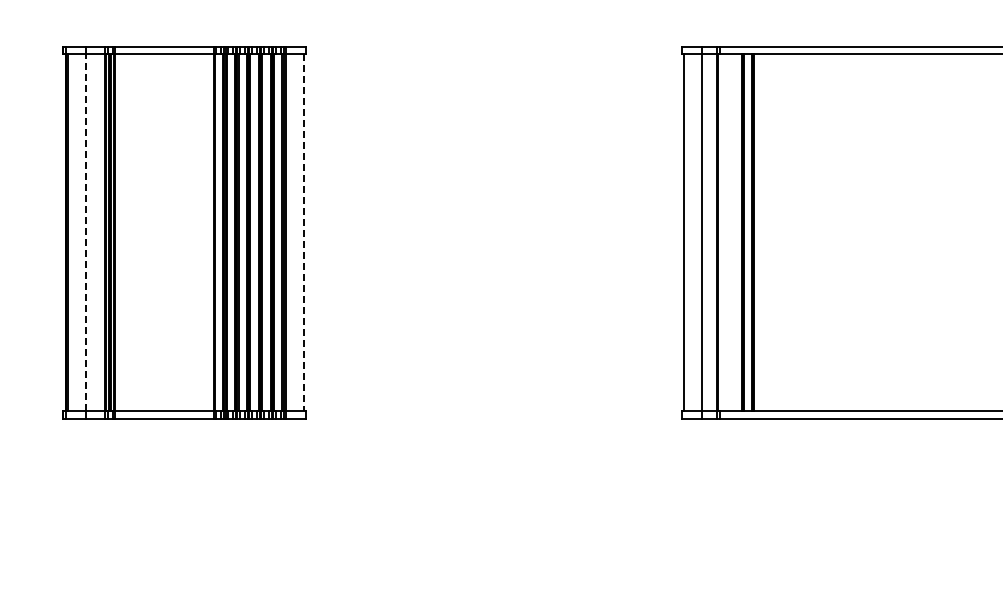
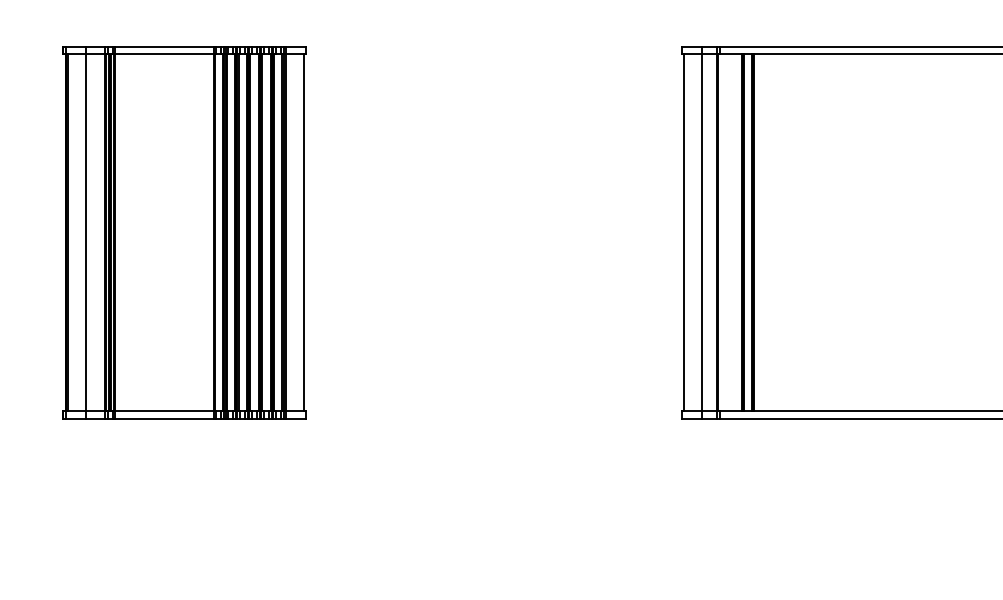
line at (85, 232): dashed -> solid
line at (303, 232): dashed -> solid
